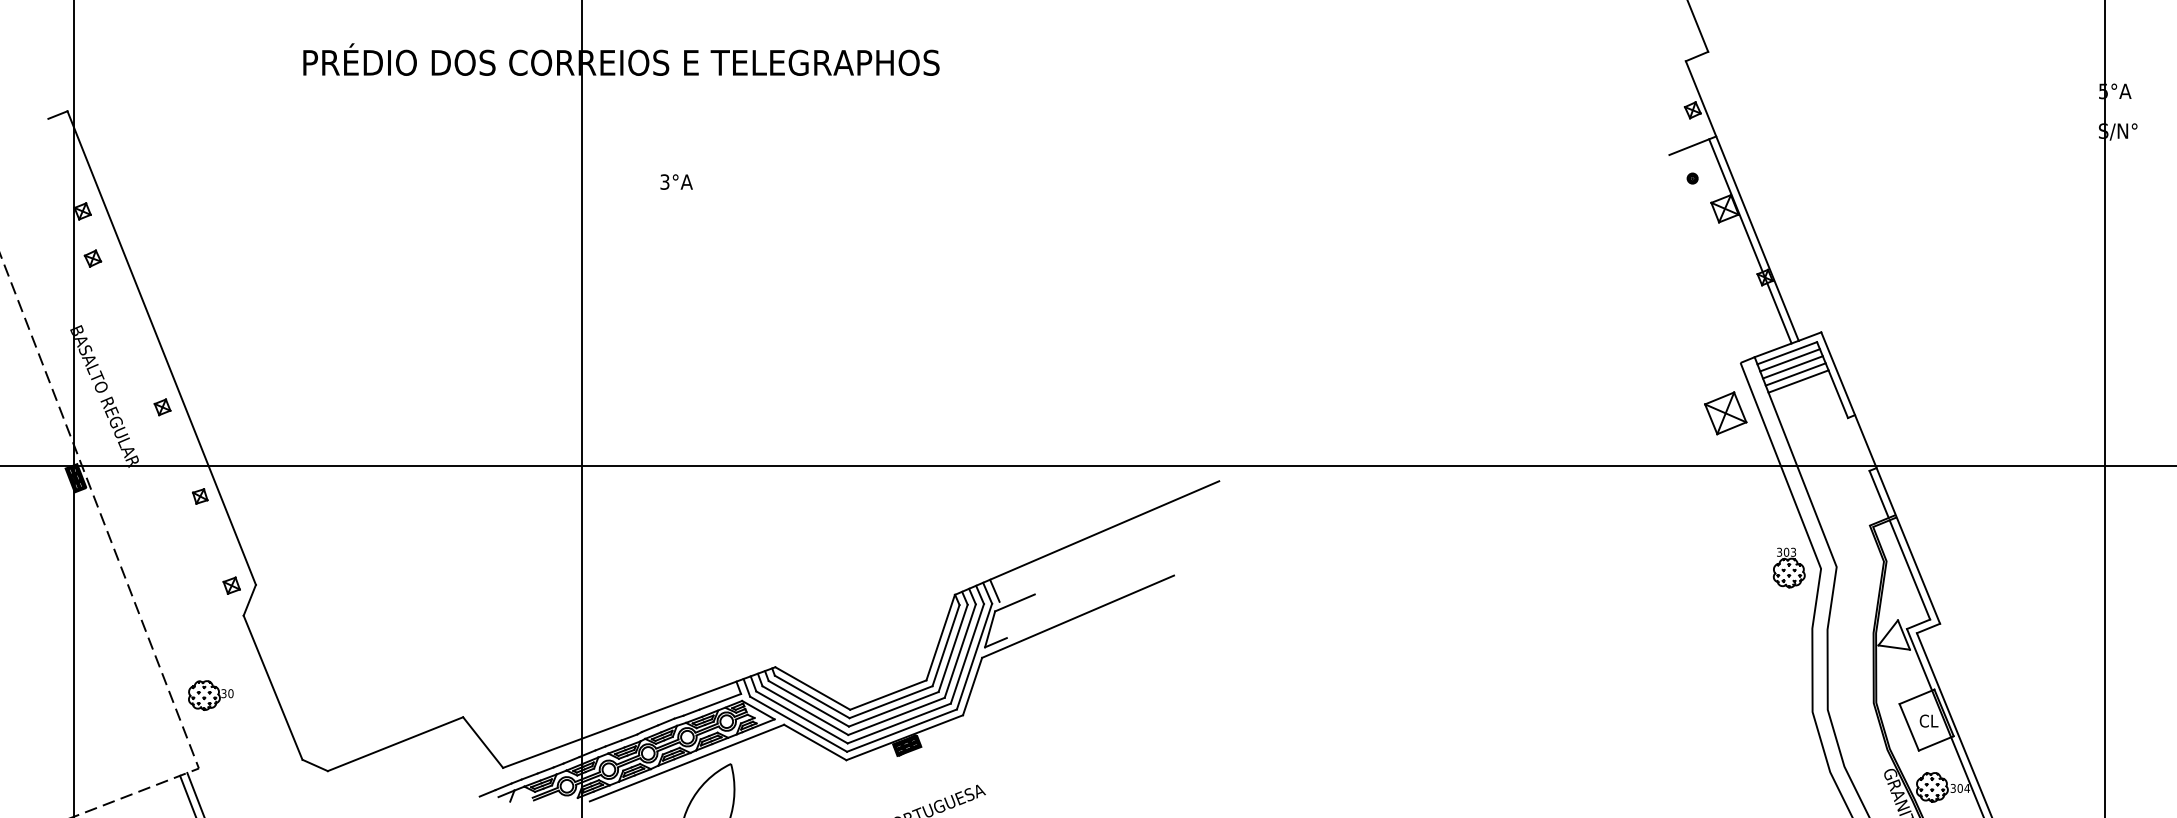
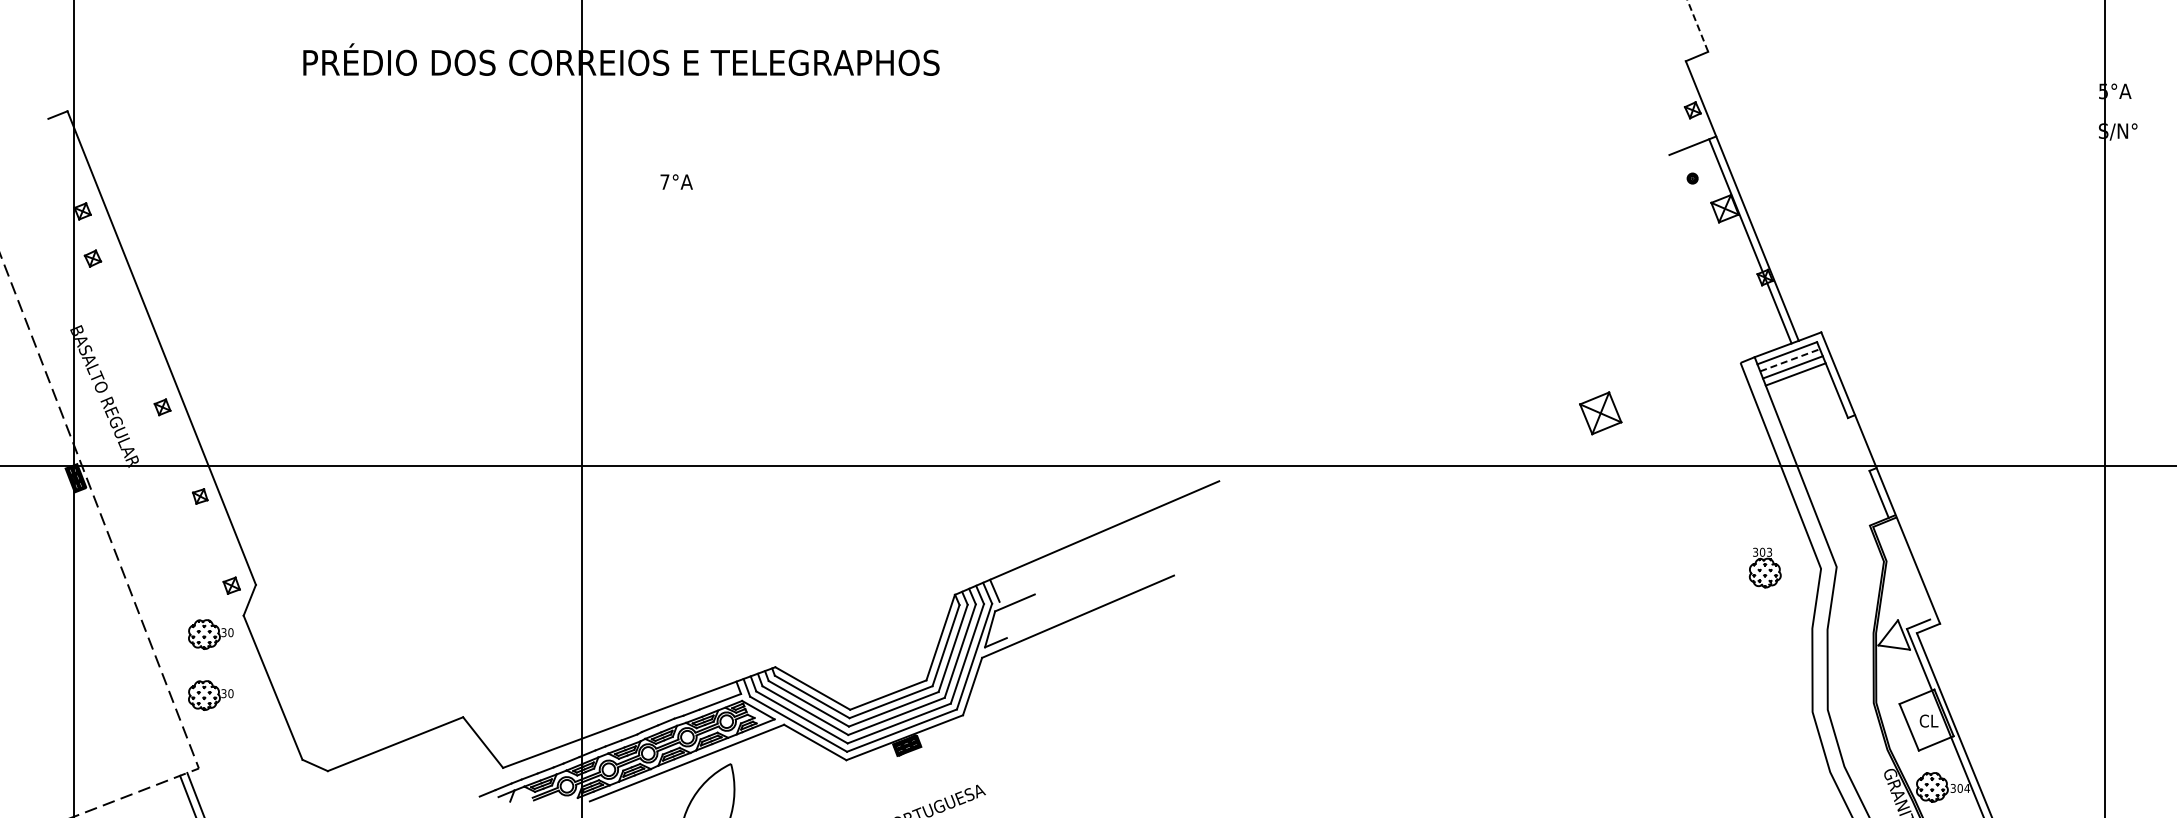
line at (1697, 25): solid -> dashed
text at (664, 181): 3°A -> 7°A
line at (1790, 360): solid -> dashed
line at (1798, 381): present -> none
part at (1725, 413) position: (1725, 413) -> (1600, 413)
part at (1788, 567) position: (1788, 567) -> (1764, 567)
line at (1909, 569): present -> none
part at (210, 634): none -> present
